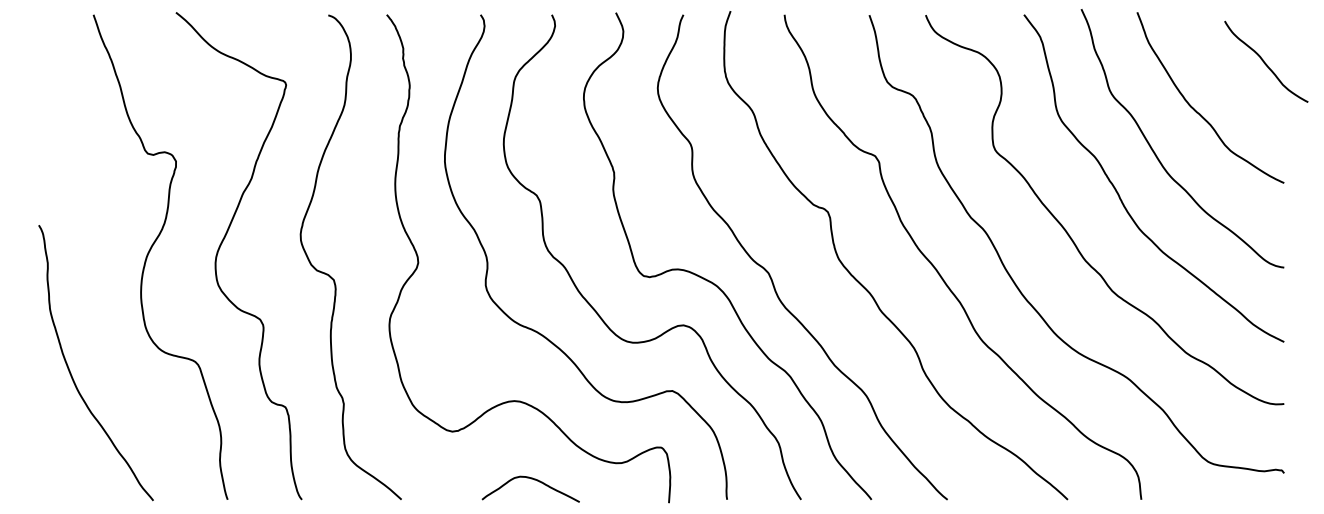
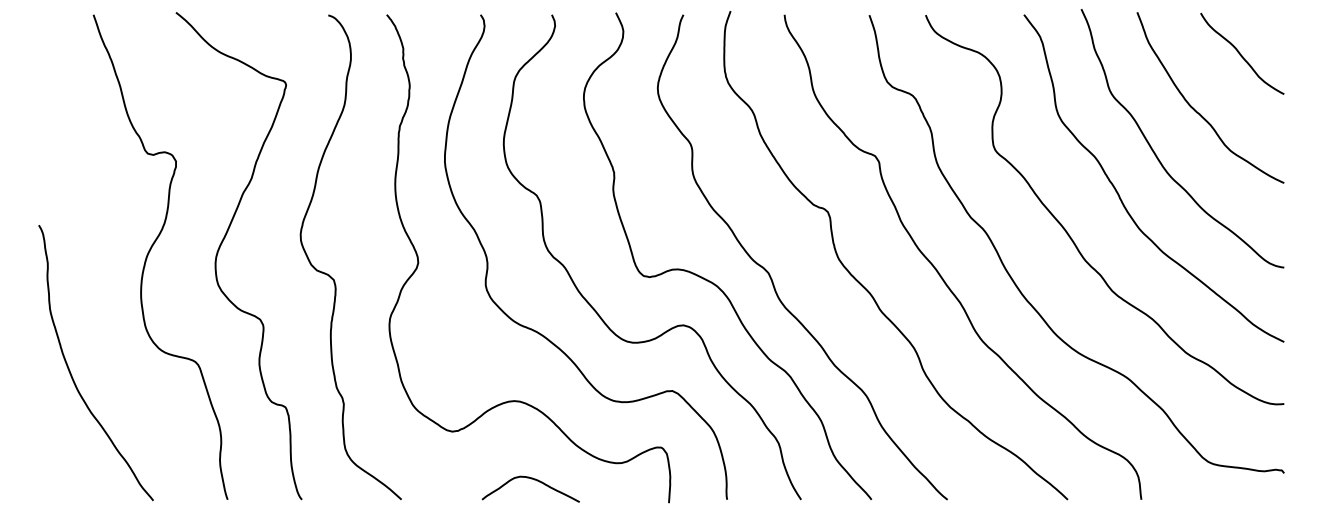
curve at (1265, 62) position: (1265, 62) -> (1241, 54)
